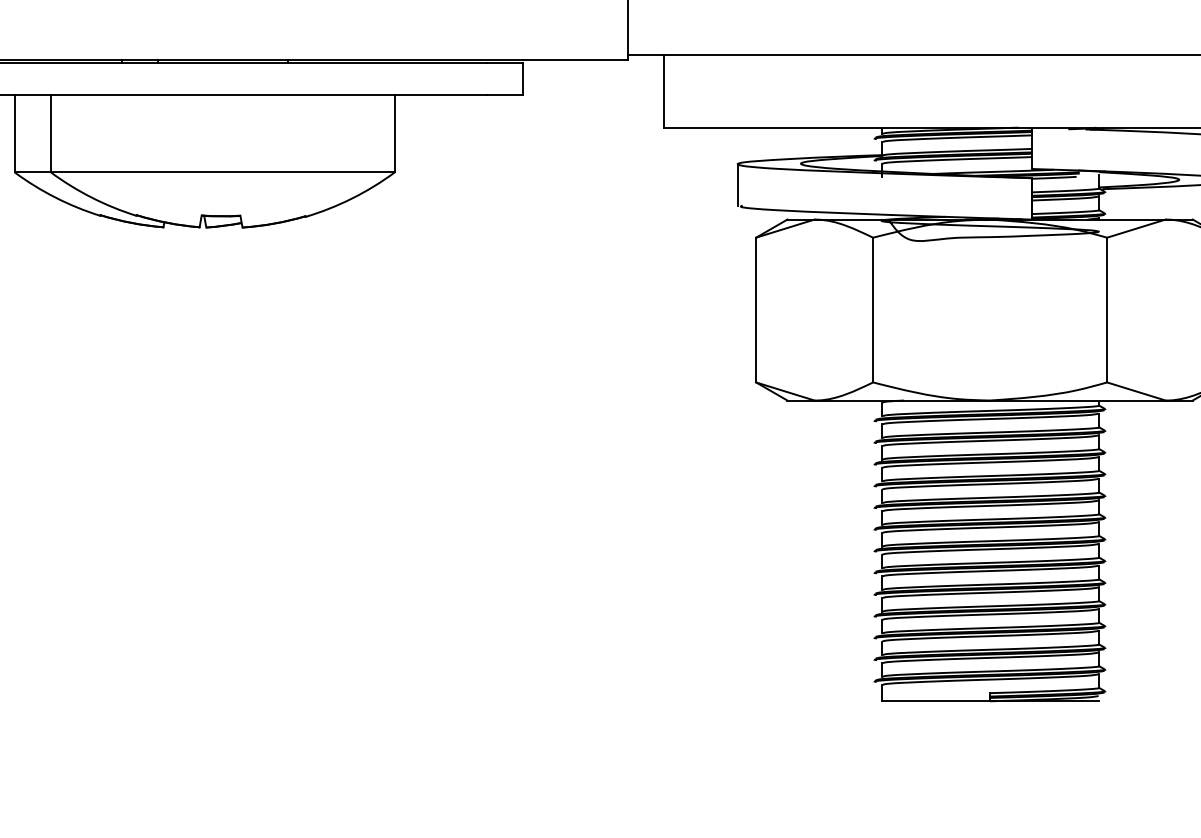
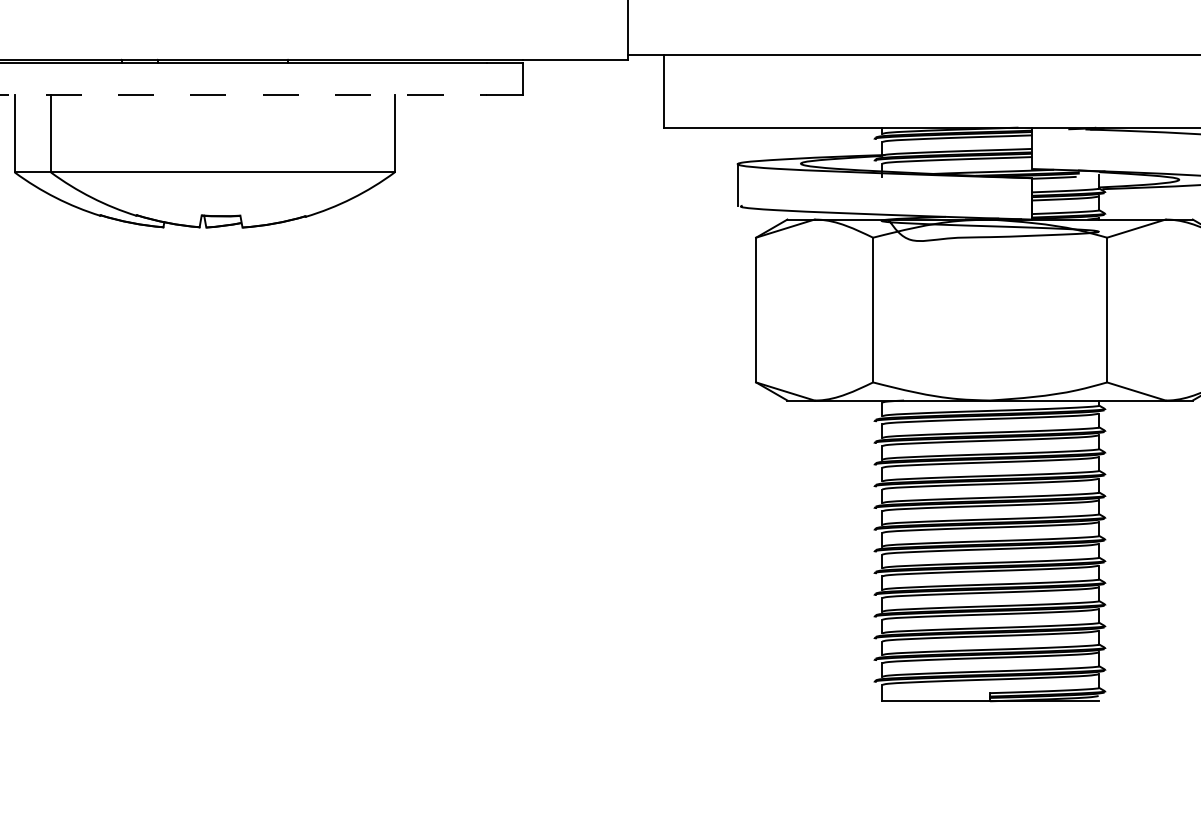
line at (244, 95): solid -> dashed
